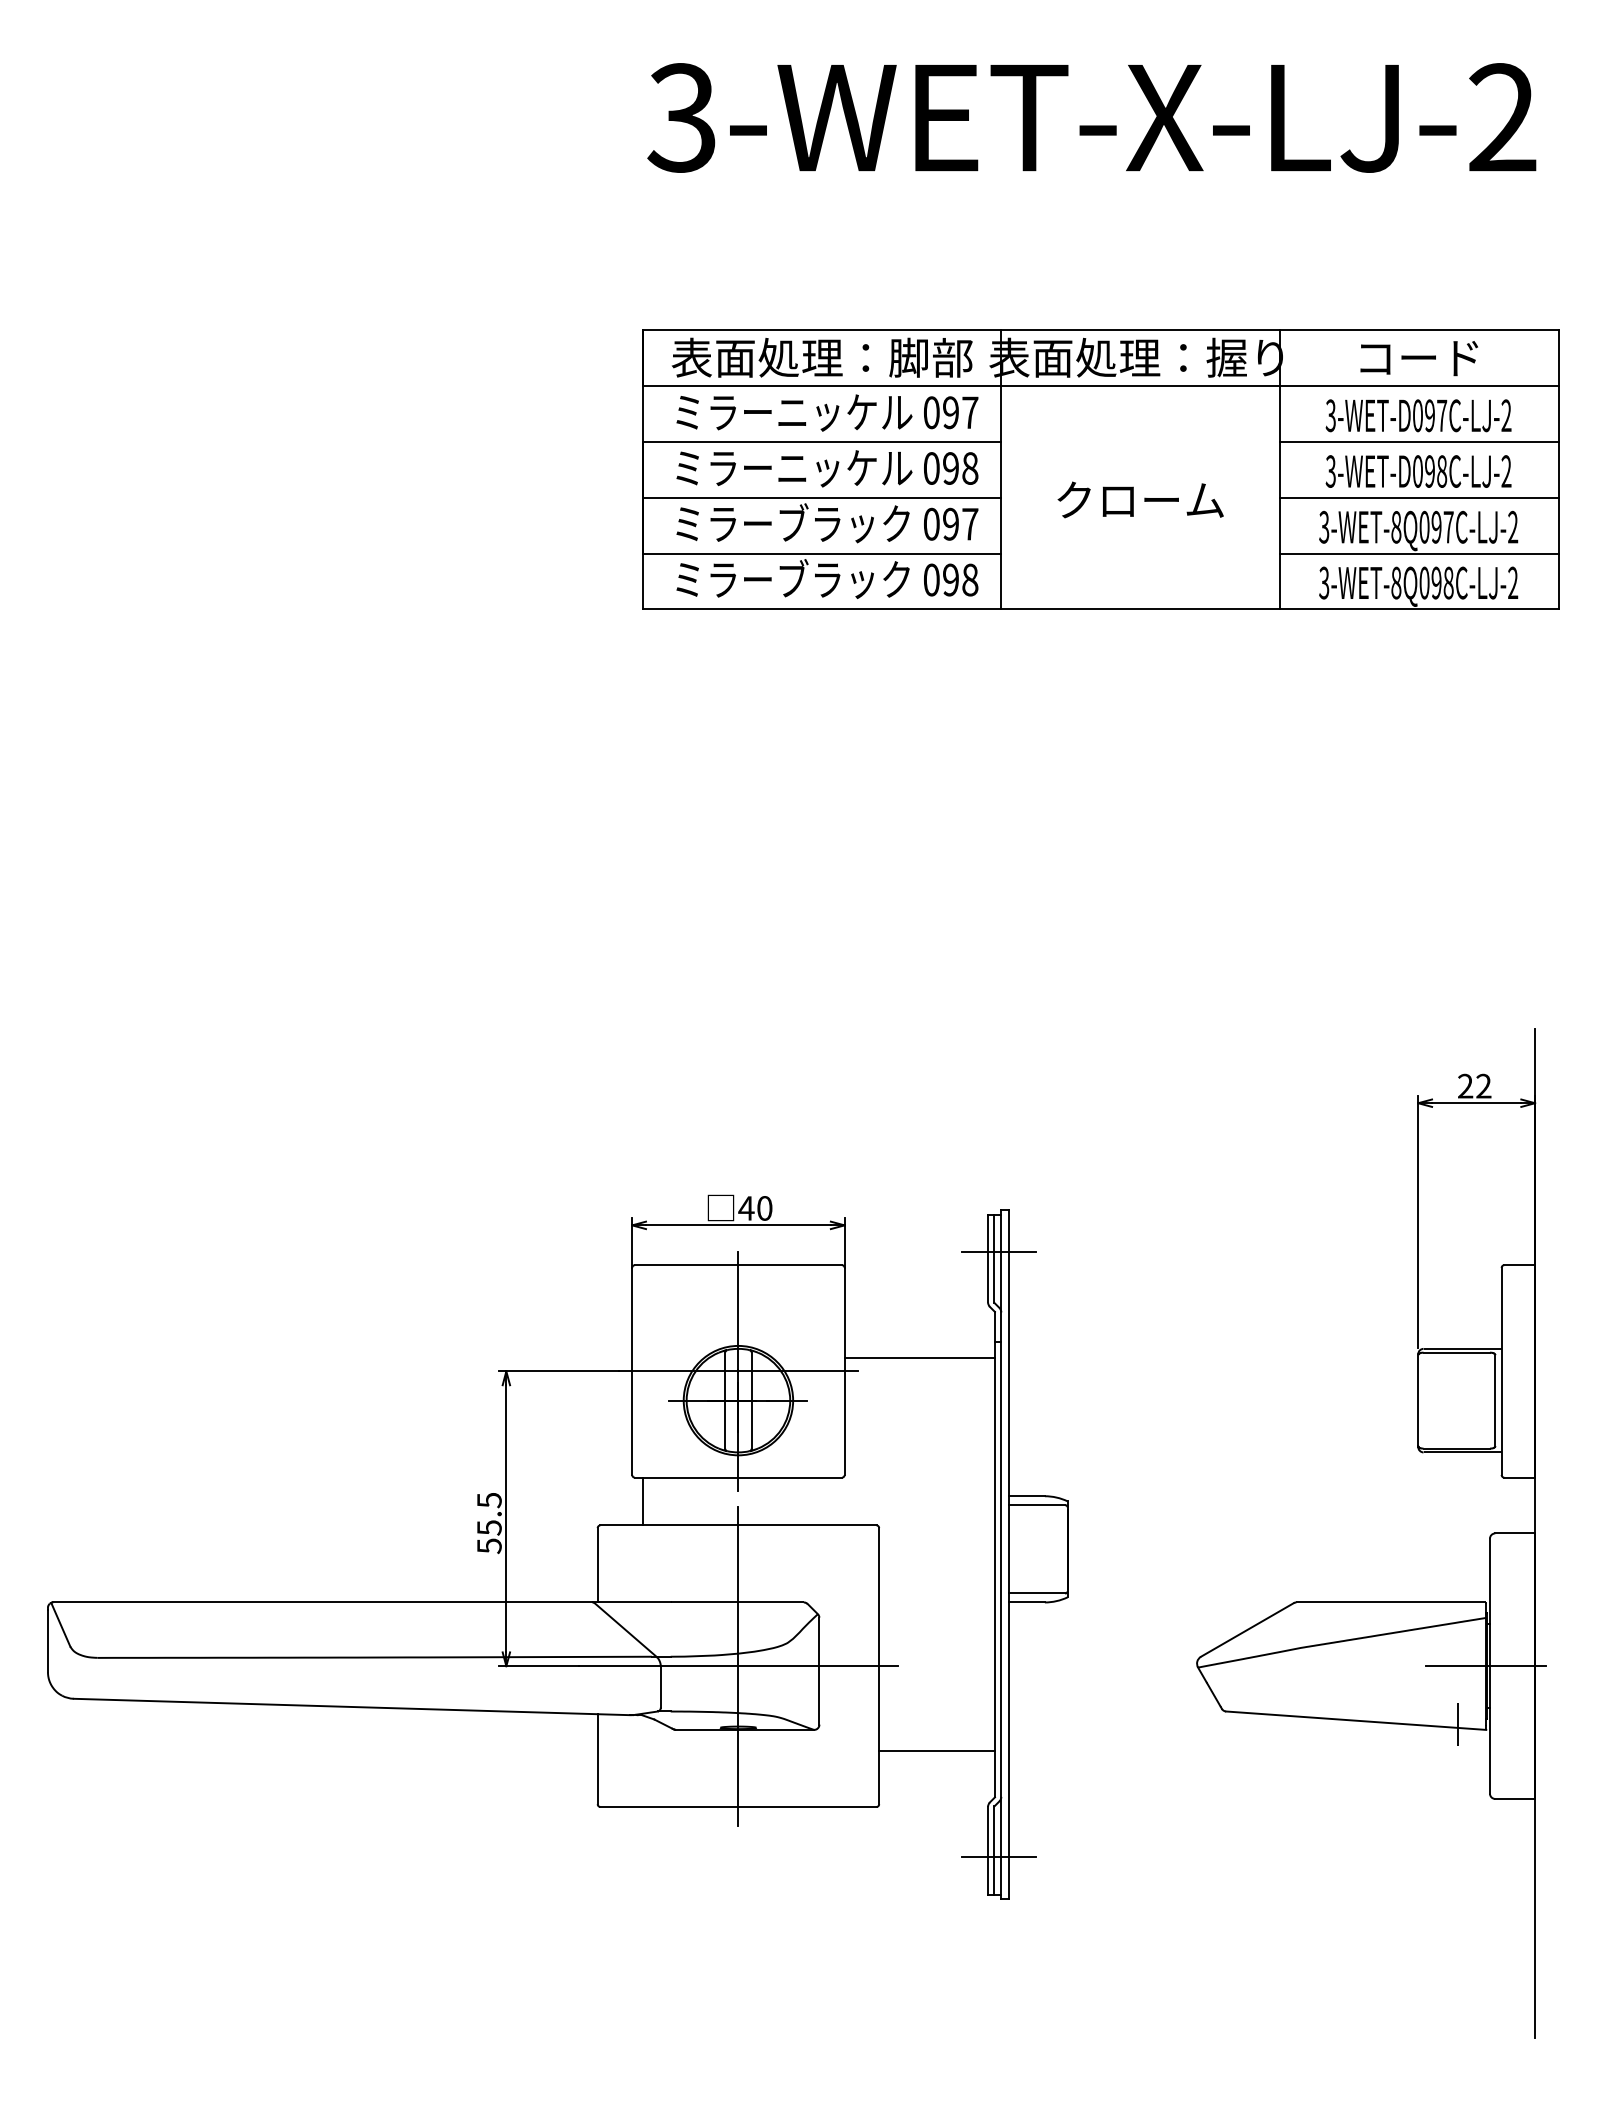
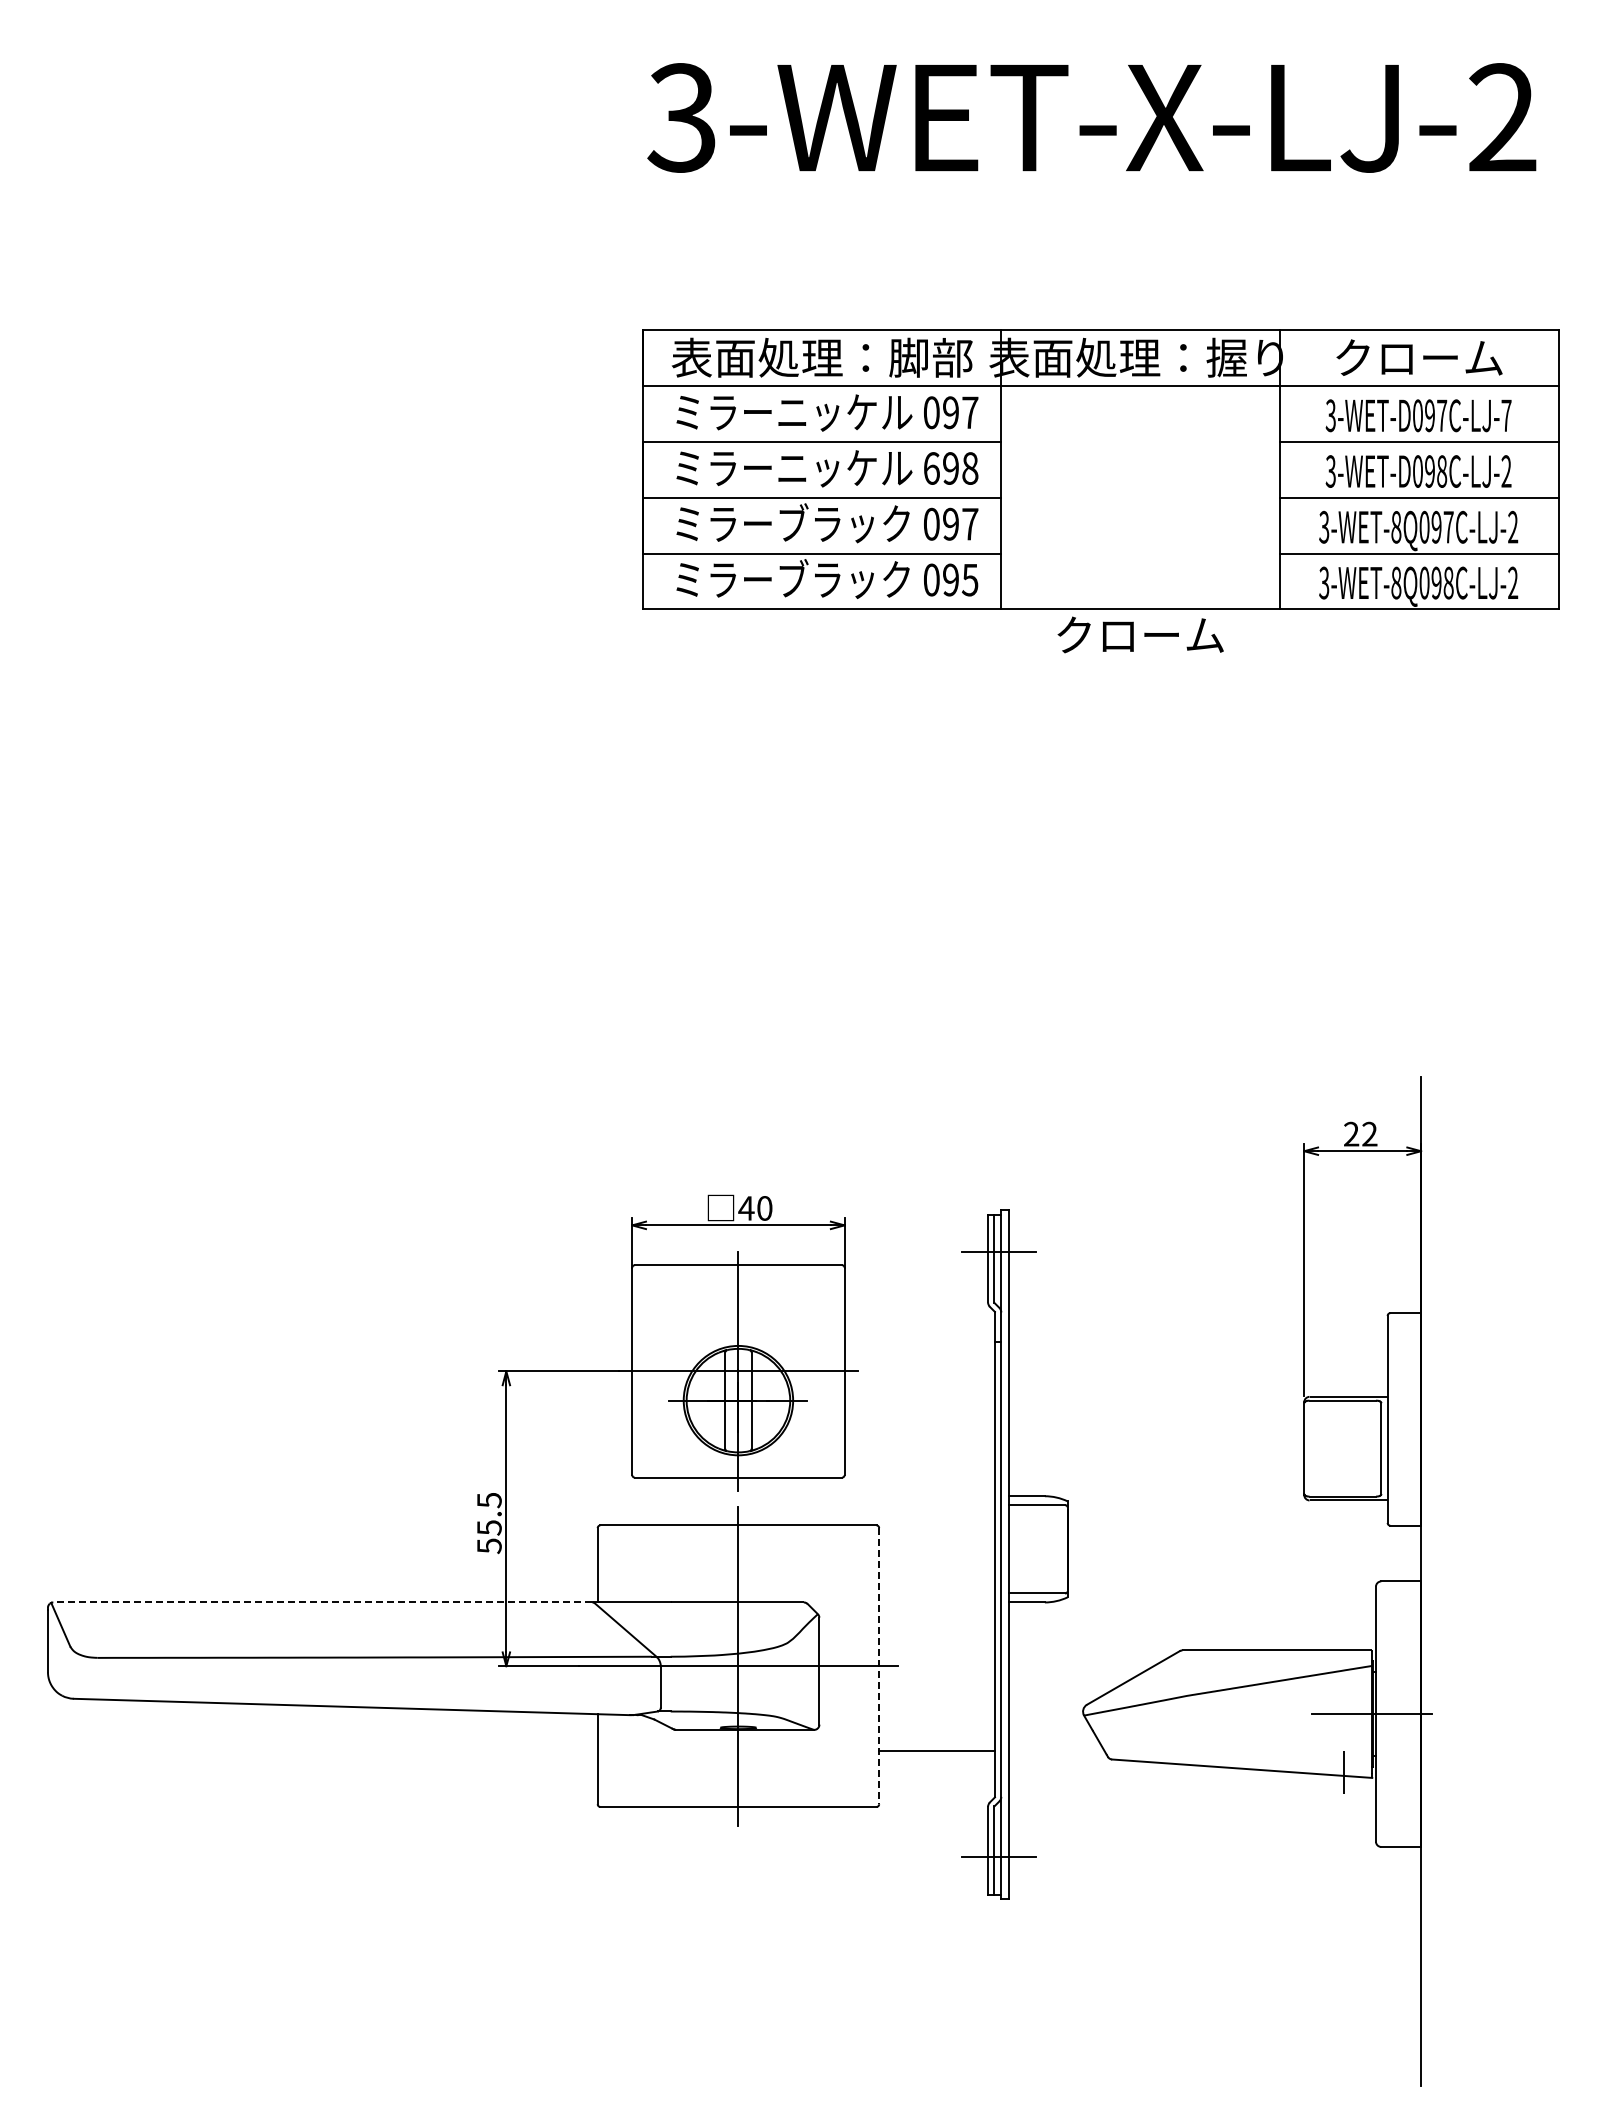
text at (1419, 357): コード -> クローム
text at (1506, 415): 3-WET-D097C-LJ-2 -> 3-WET-D097C-LJ-7
text at (931, 468): 098 -> 698
text at (1140, 499) position: (1140, 499) -> (1140, 634)
text at (969, 579): 098 -> 095
line at (919, 1358): present -> none
line at (642, 1501): present -> none
part at (1371, 1601) position: (1371, 1601) -> (1257, 1649)
line at (322, 1602): solid -> dashed
line at (879, 1666): solid -> dashed
